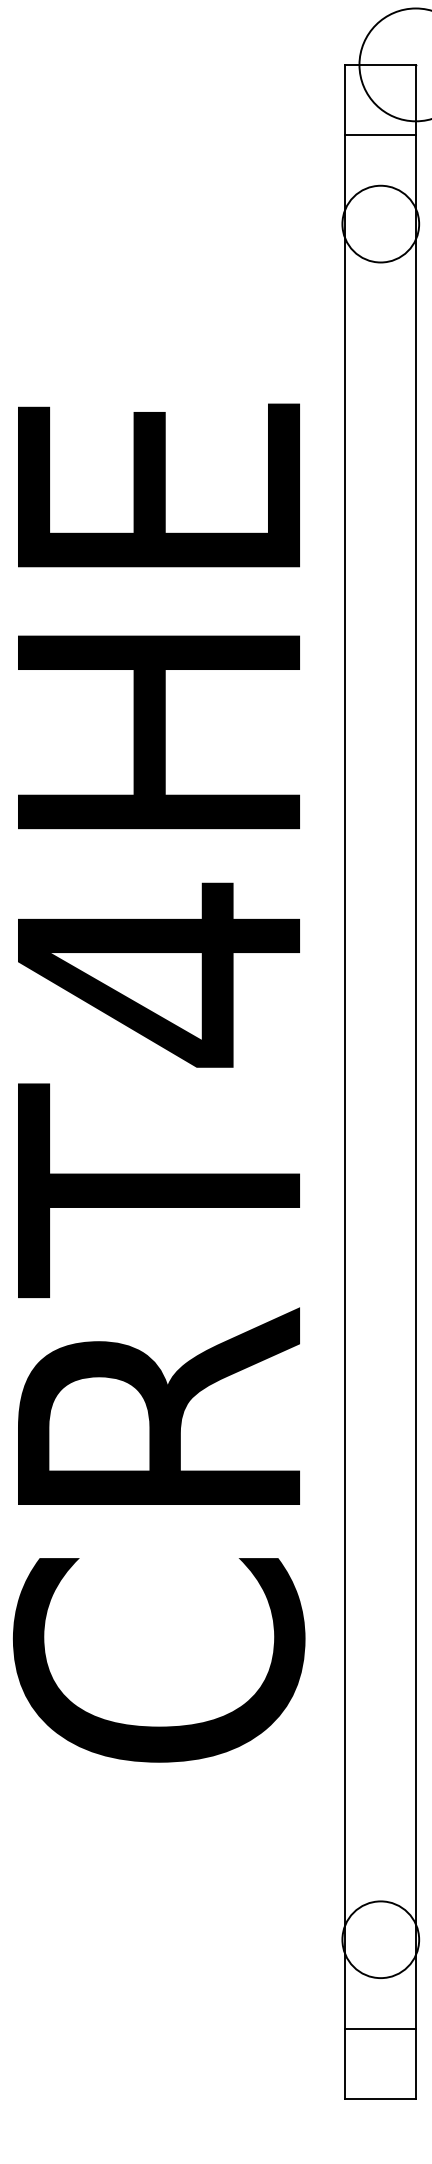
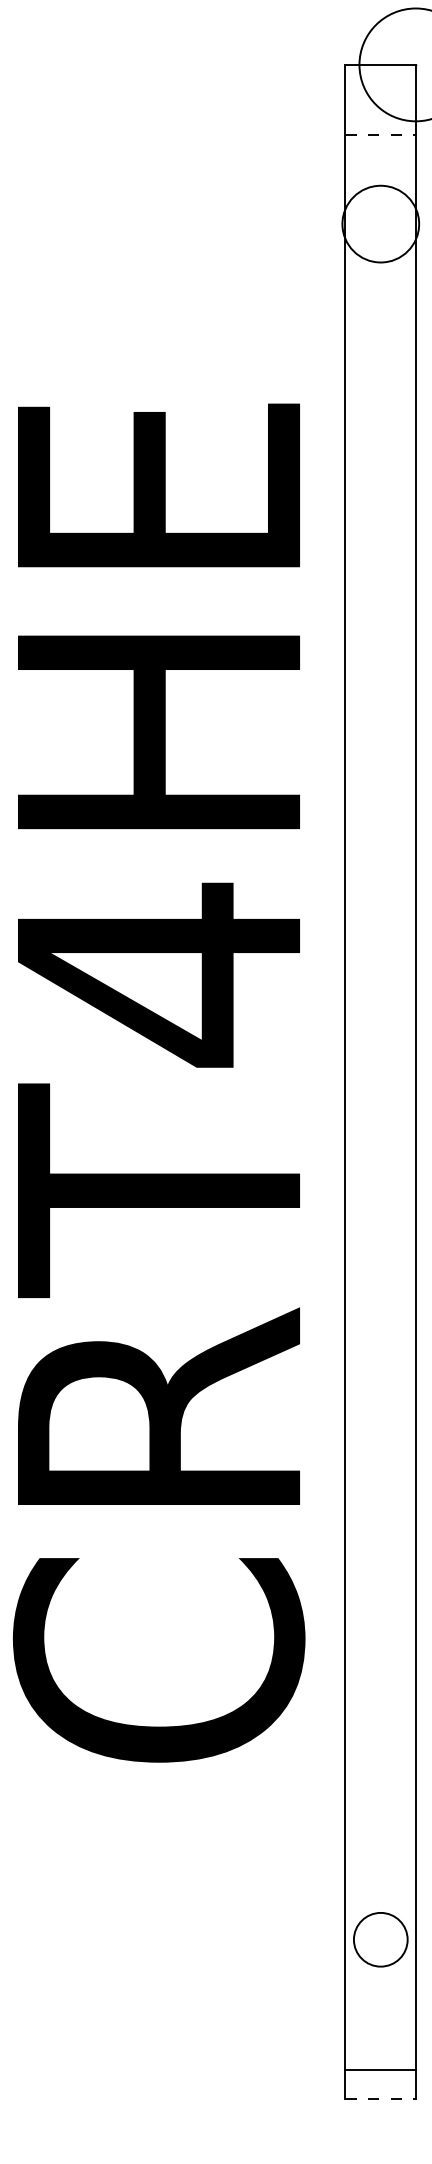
line at (381, 135): solid -> dashed
circle at (380, 1939) diameter: 77 px -> 54 px
line at (380, 2028) position: (380, 2028) -> (380, 2069)
line at (381, 2099): solid -> dashed
